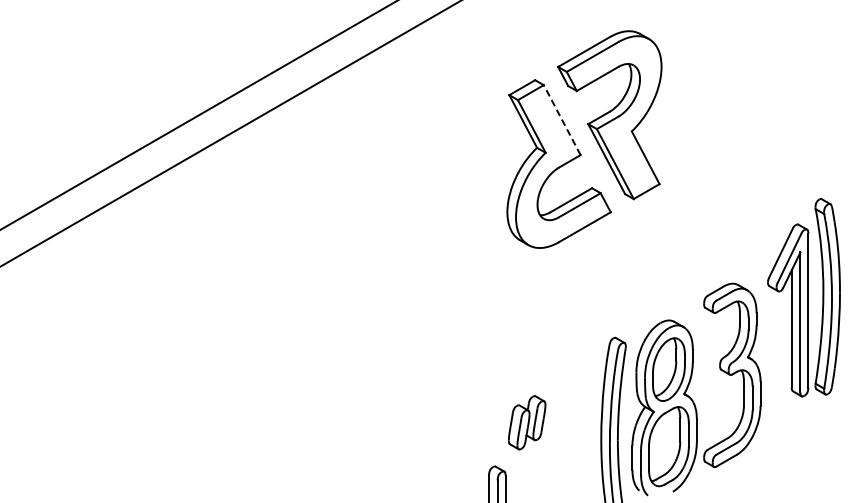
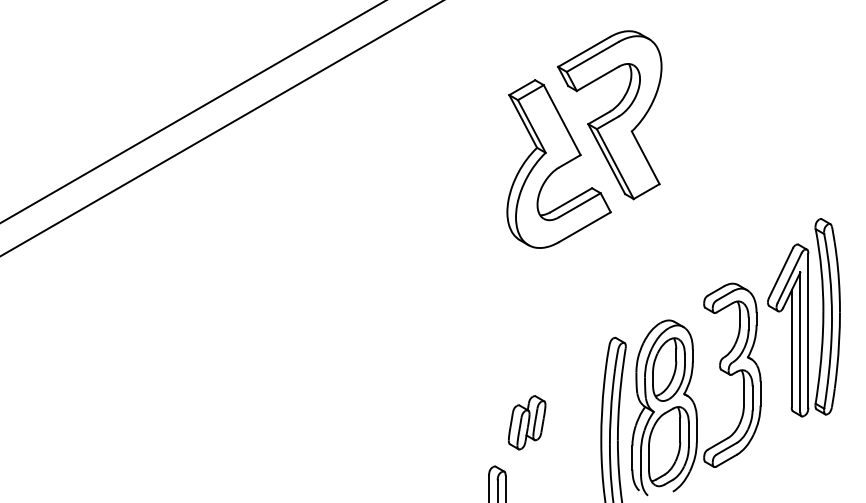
line at (198, 115) position: (198, 115) -> (192, 111)
line at (562, 120): dashed -> solid
line at (230, 133) position: (230, 133) -> (221, 128)
part at (803, 297) position: (803, 297) -> (803, 317)
